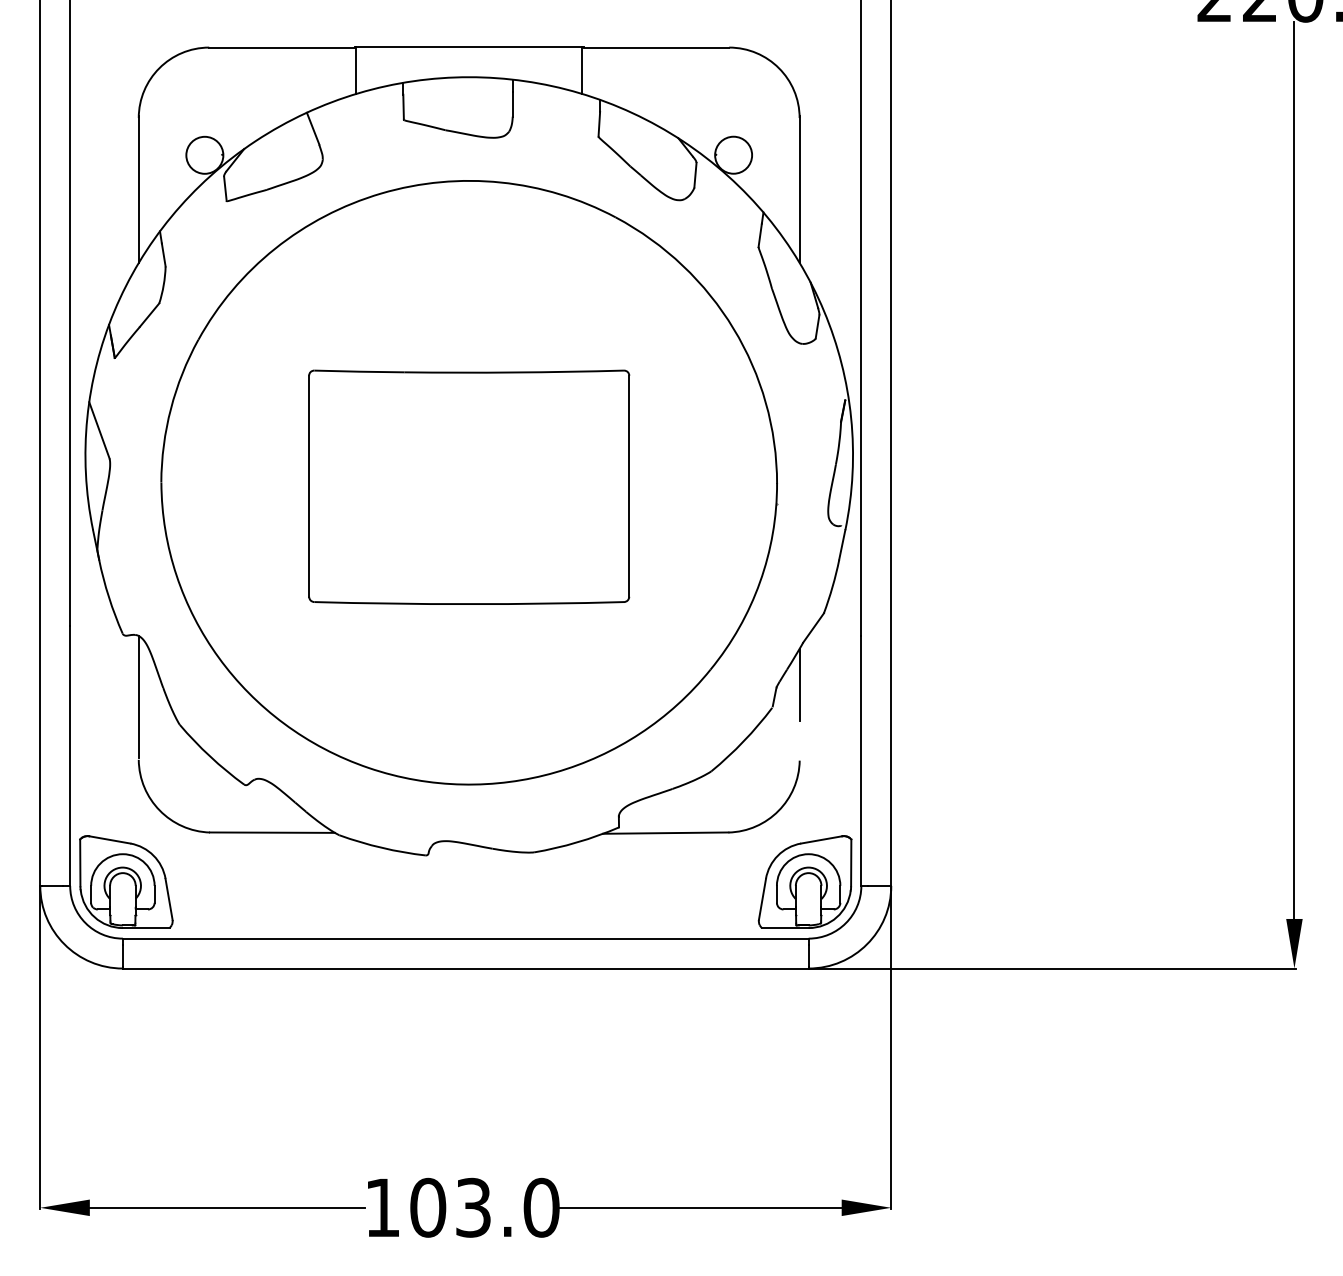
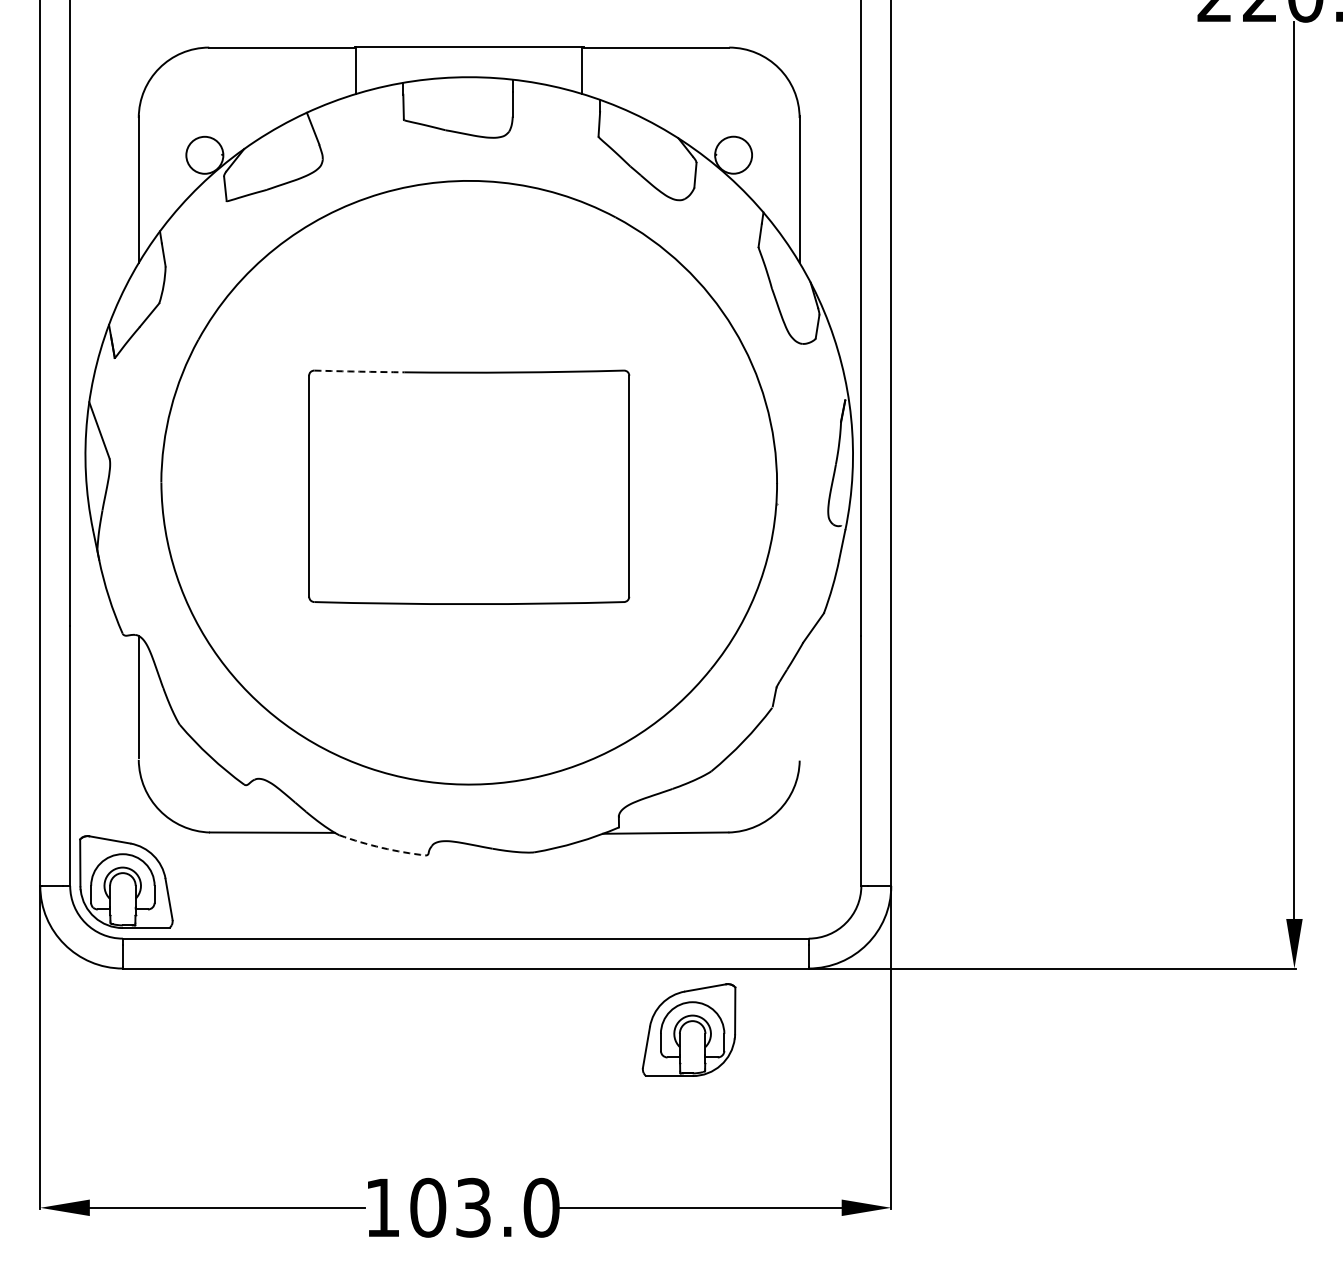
arc at (359, 371): solid -> dashed
line at (799, 684): present -> none
arc at (382, 847): solid -> dashed
part at (804, 881) position: (804, 881) -> (688, 1029)
